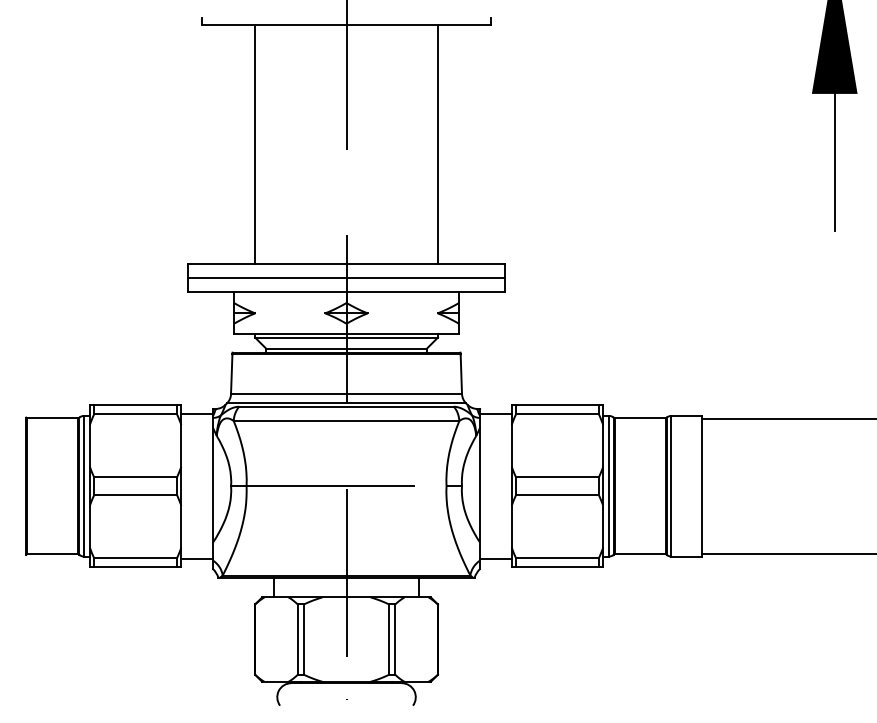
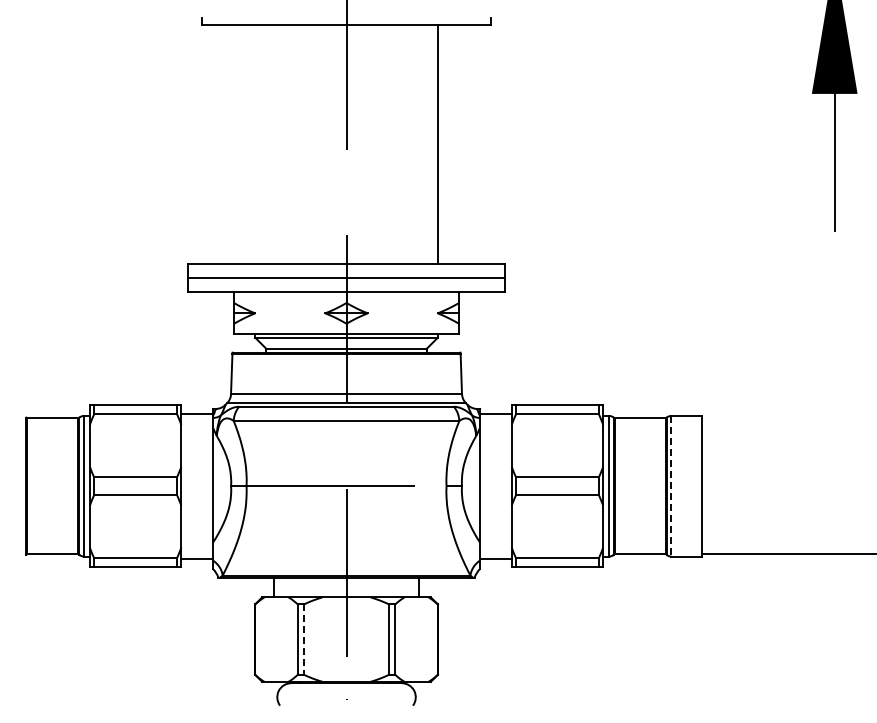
line at (255, 144): present -> none
line at (787, 418): present -> none
line at (671, 486): solid -> dashed
line at (303, 640): solid -> dashed
